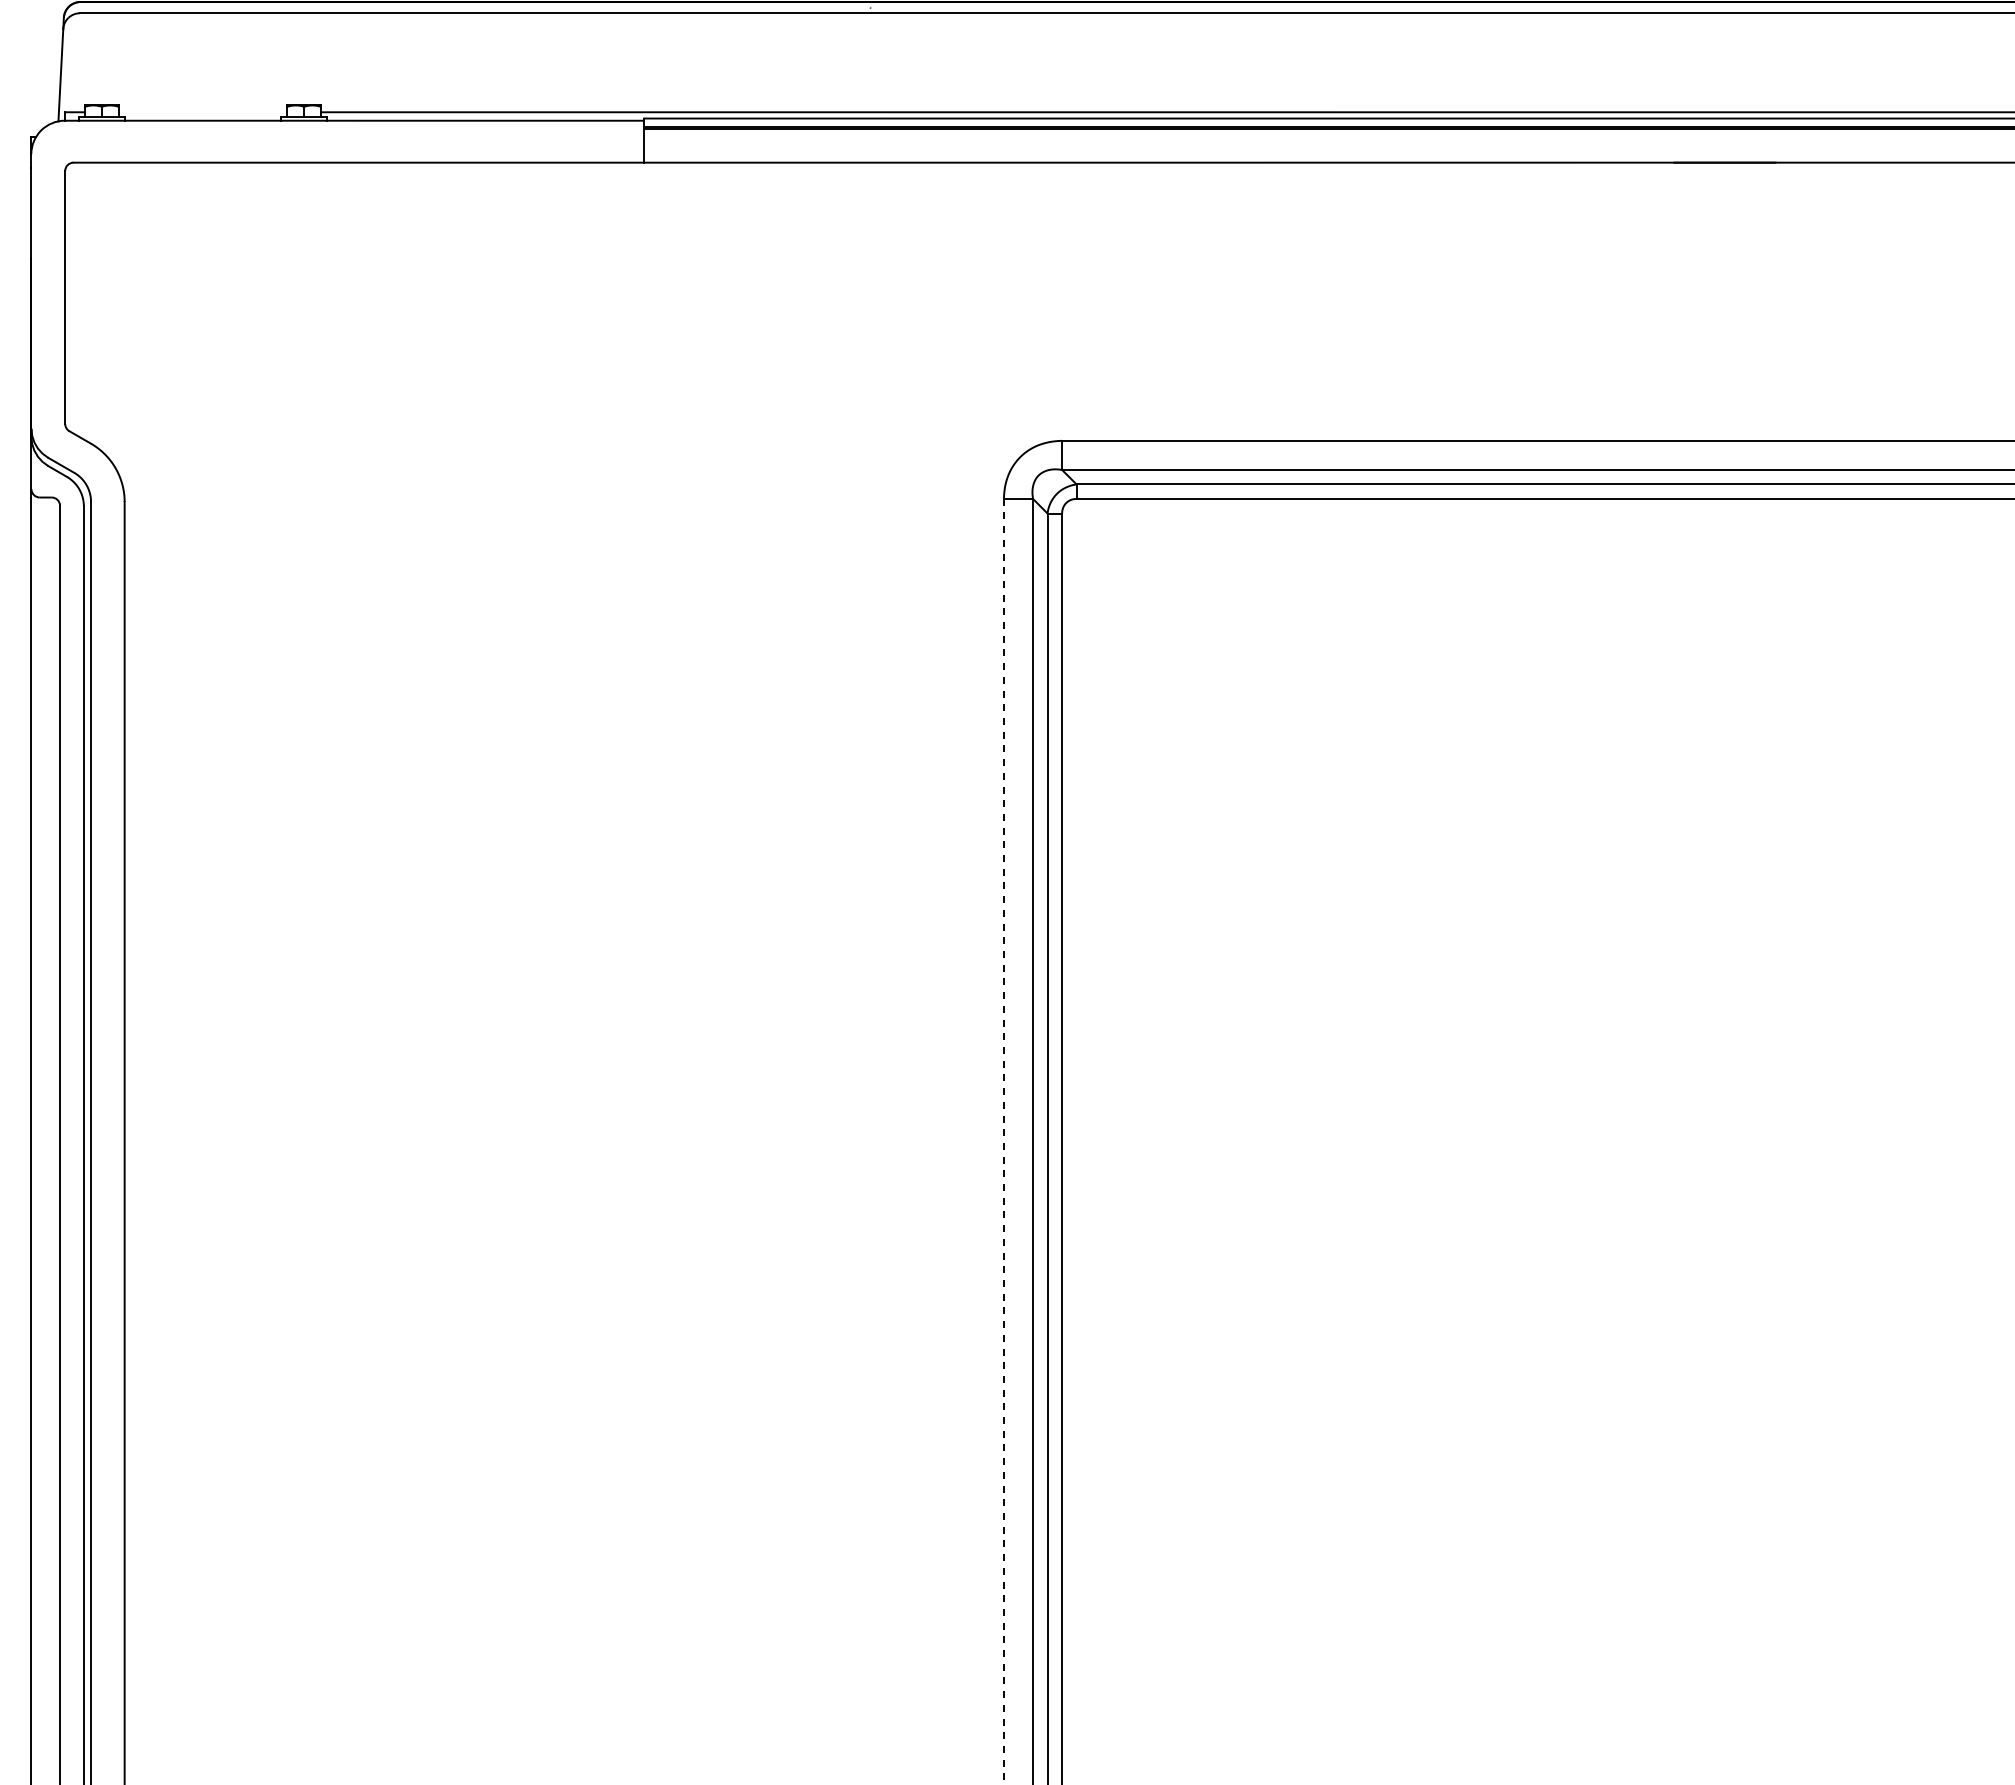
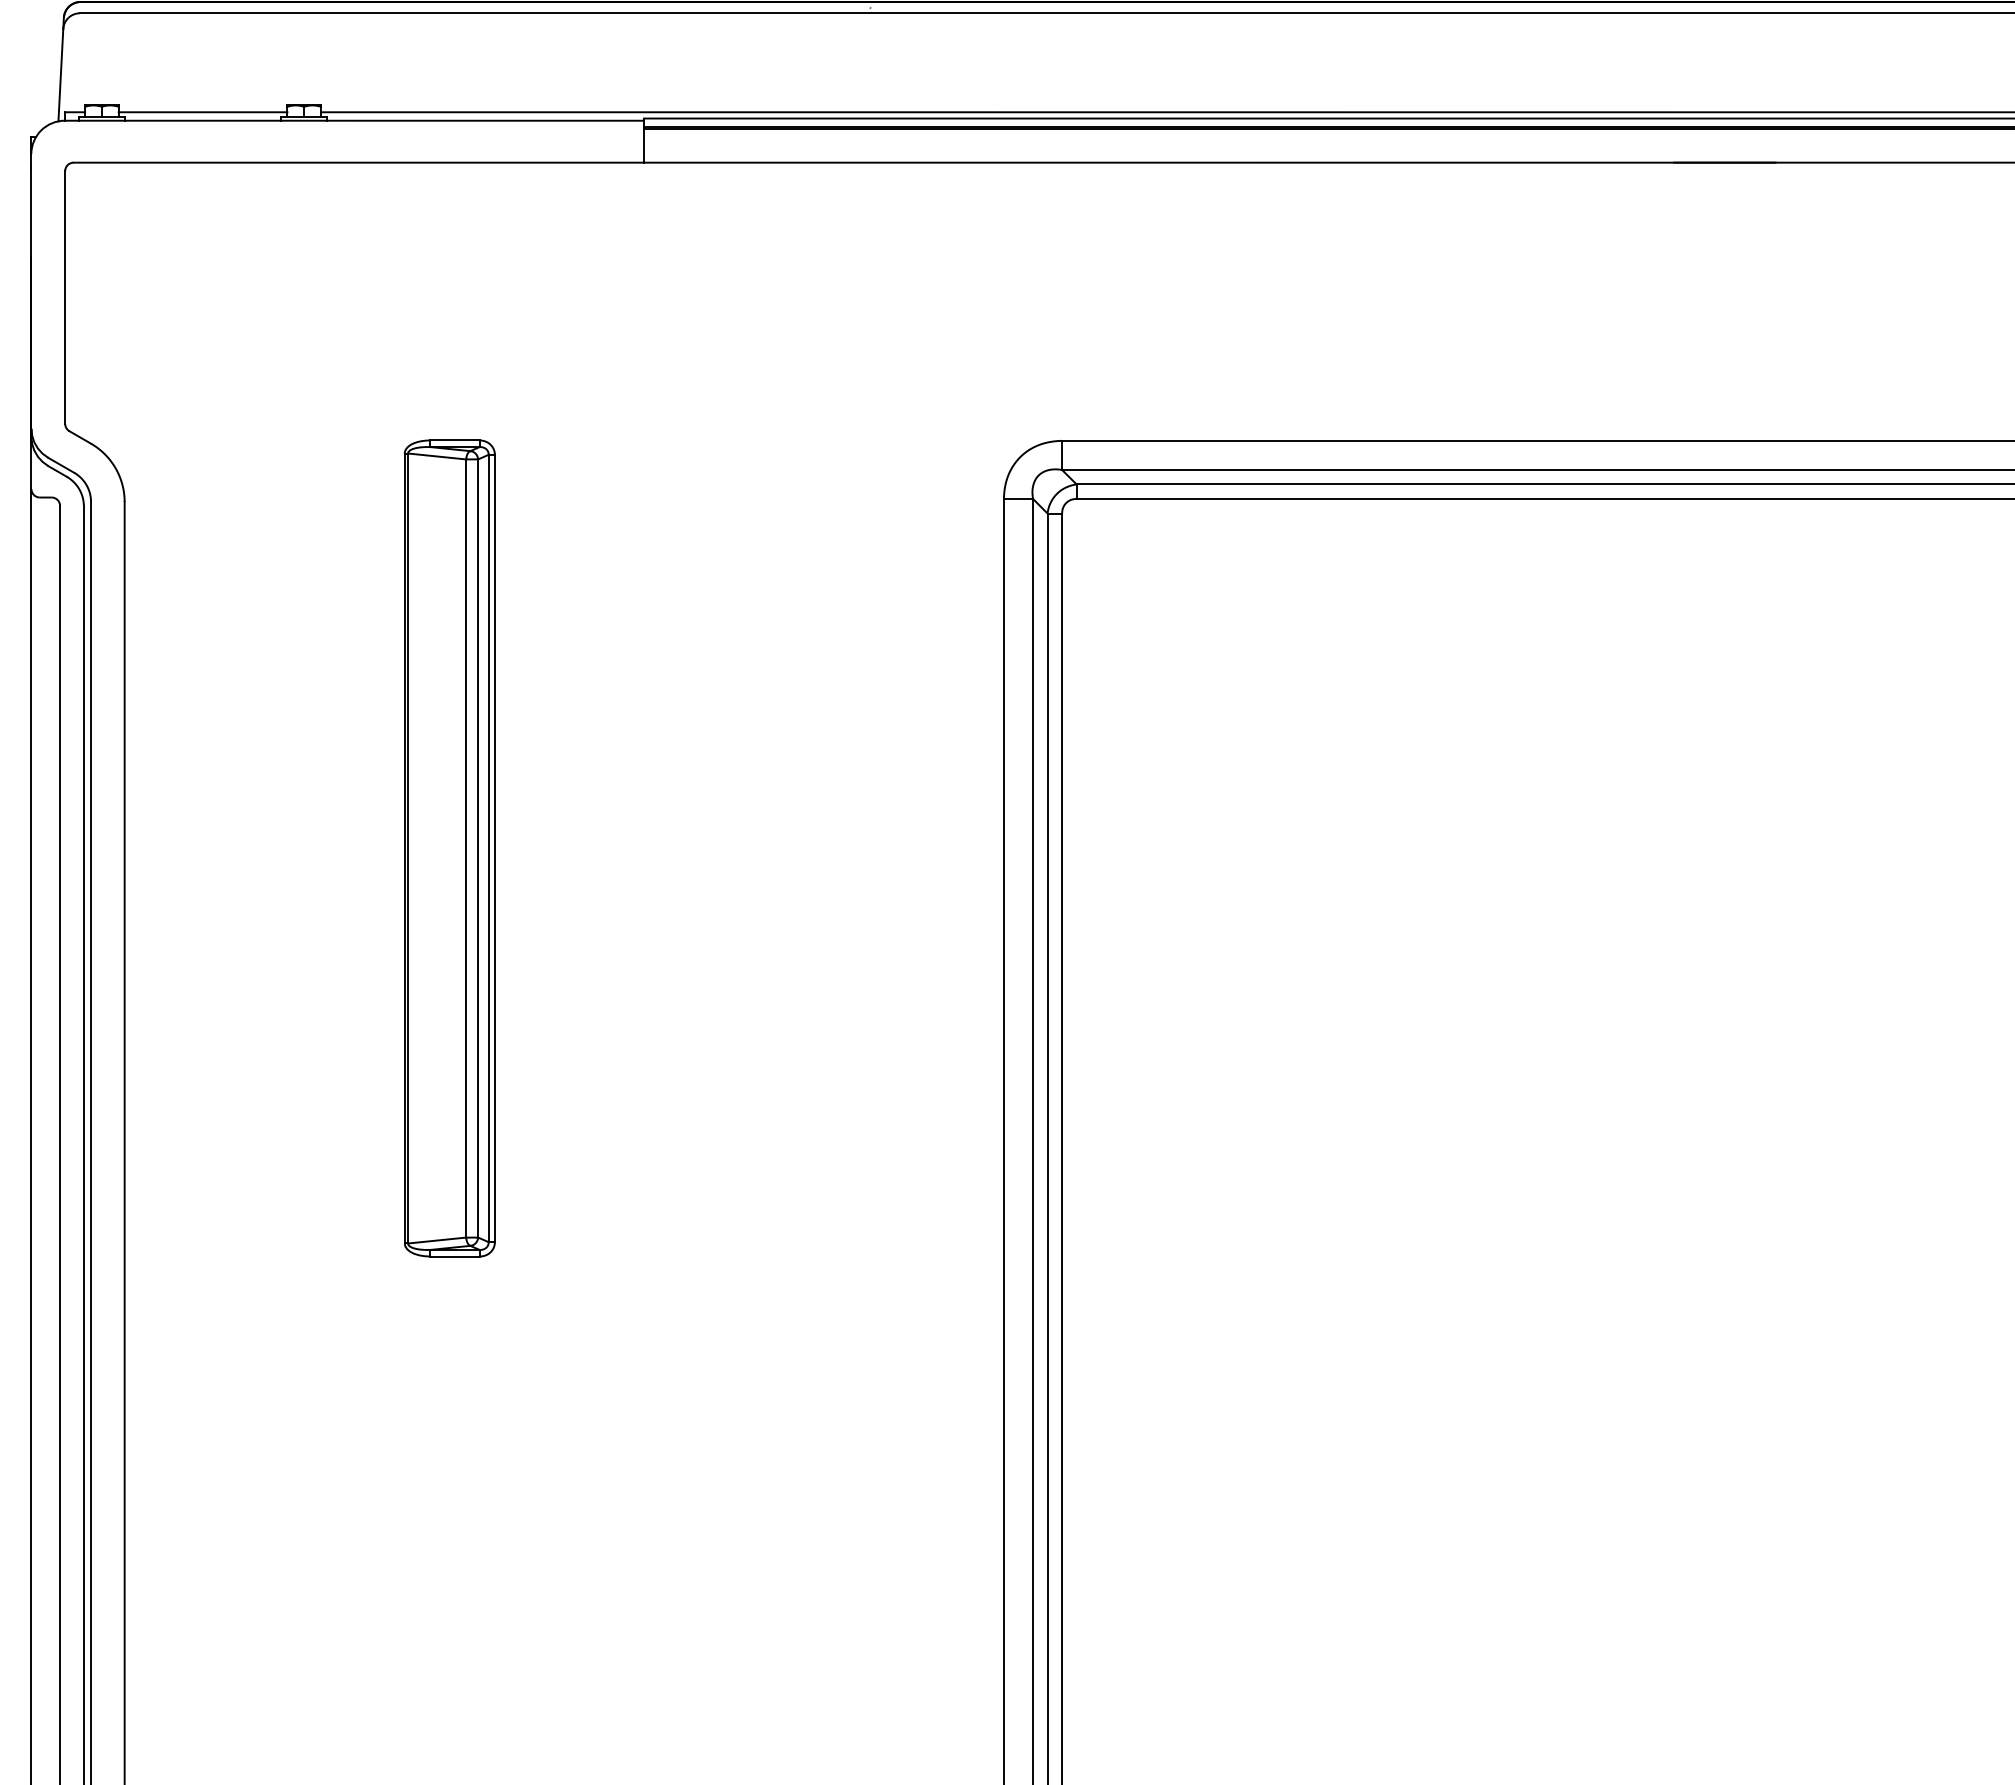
line at (202, 112): none -> present
part at (449, 848): none -> present
line at (1003, 1141): dashed -> solid
